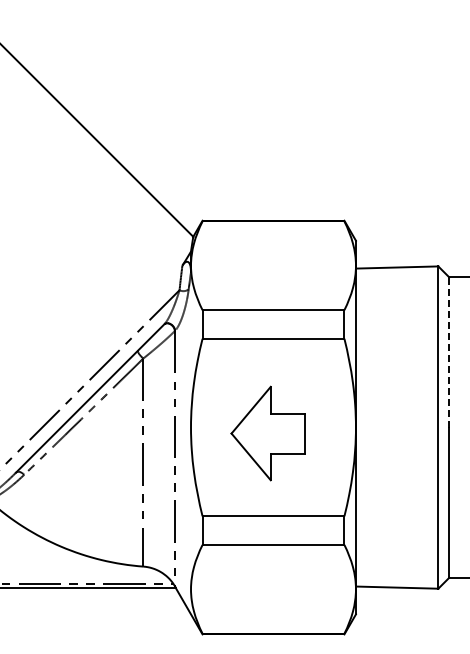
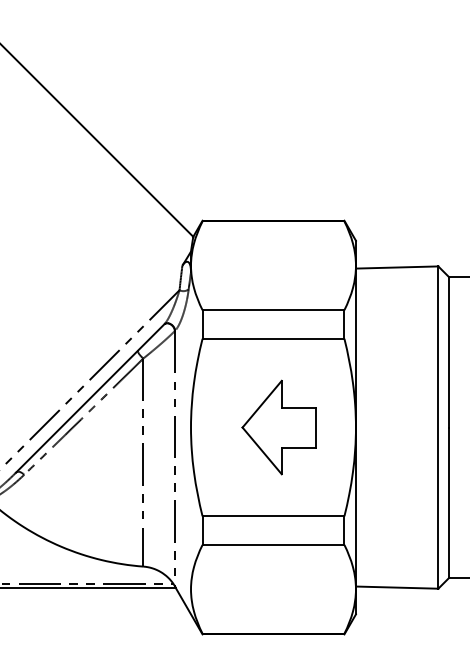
line at (449, 352): dashed -> solid
part at (267, 433) position: (267, 433) -> (278, 427)
